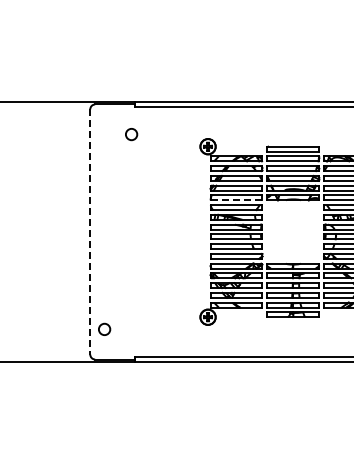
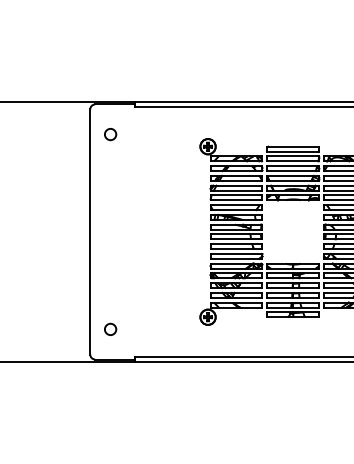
circle at (131, 134) position: (131, 134) -> (110, 134)
line at (236, 200): dashed -> solid
line at (90, 232): dashed -> solid
circle at (104, 328) position: (104, 328) -> (110, 328)
